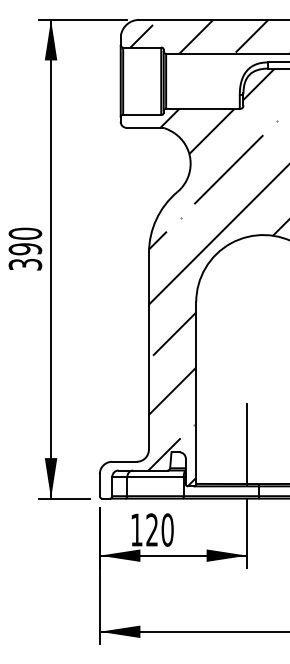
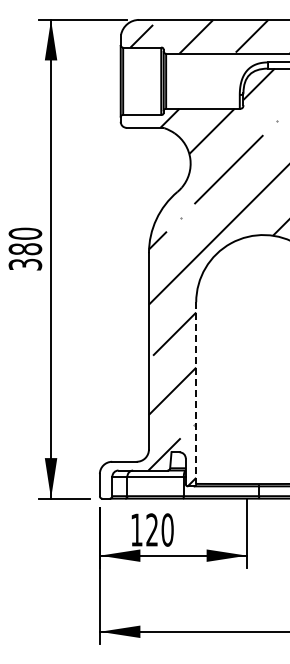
text at (25, 249): 390 -> 380
line at (196, 393): solid -> dashed
line at (247, 445): present -> none
